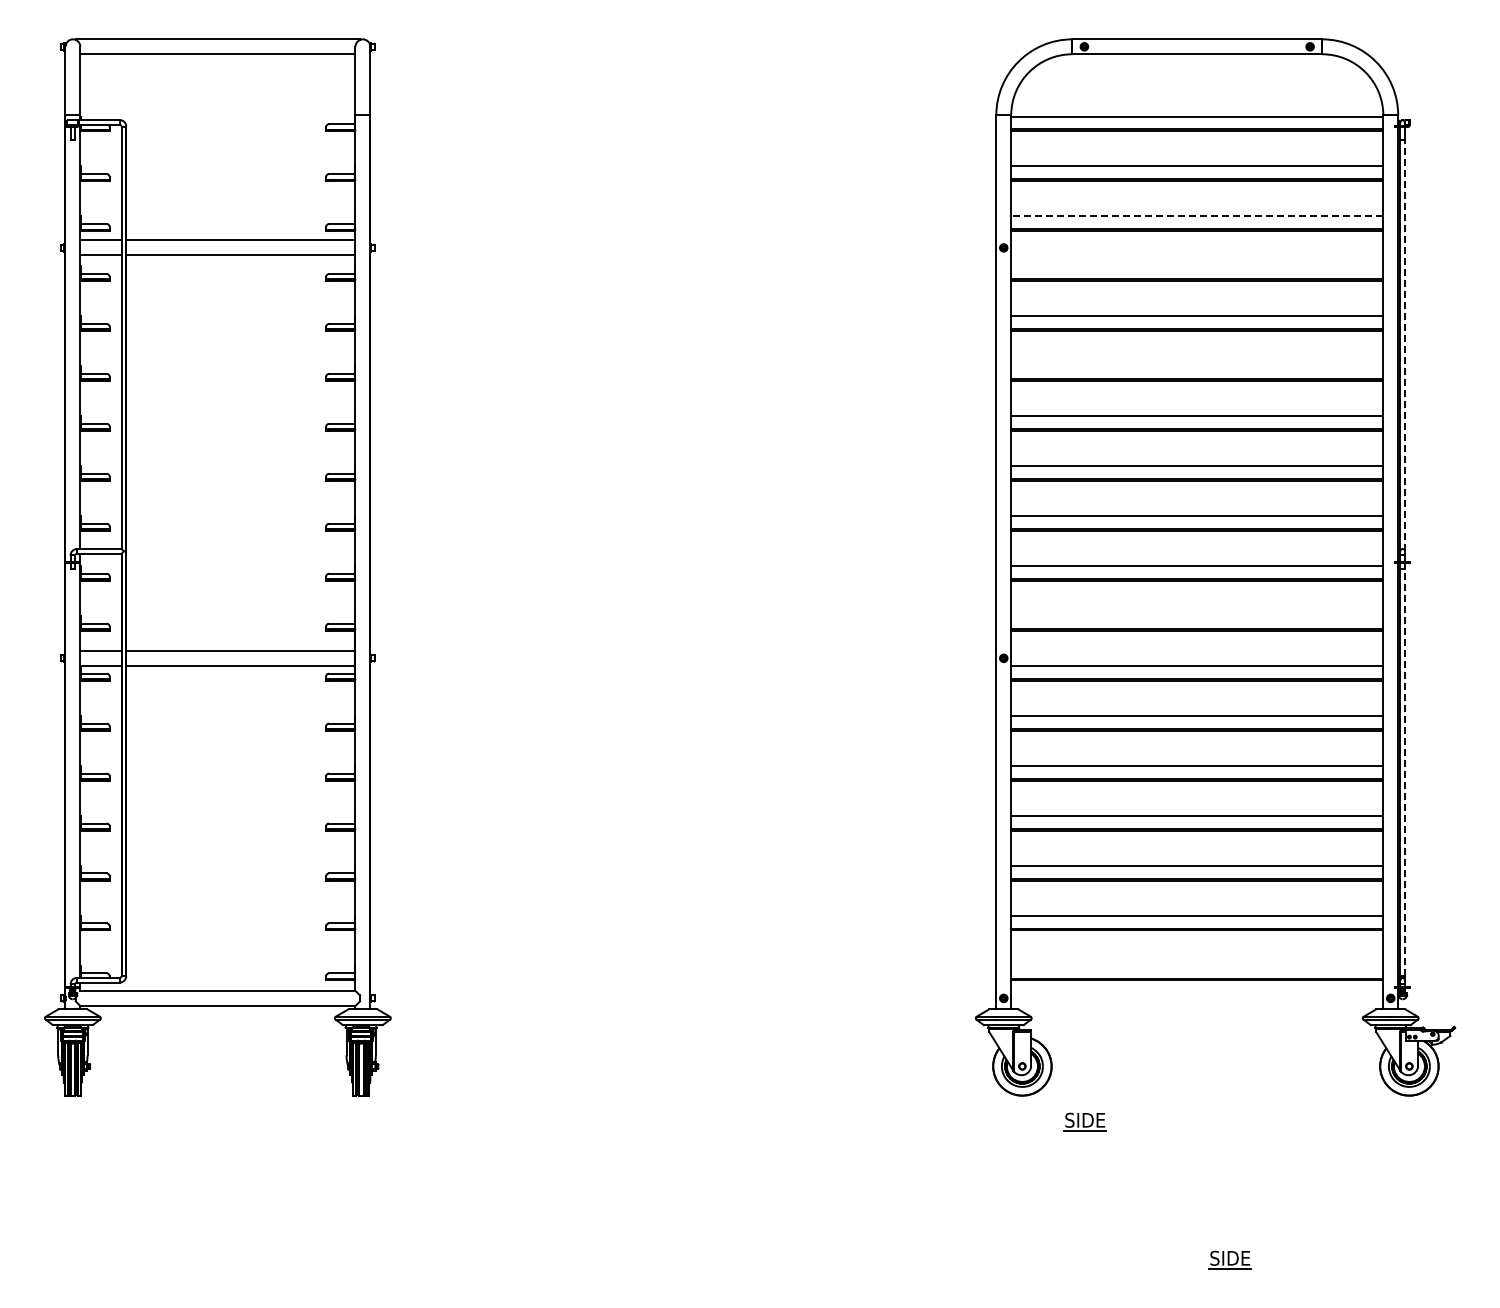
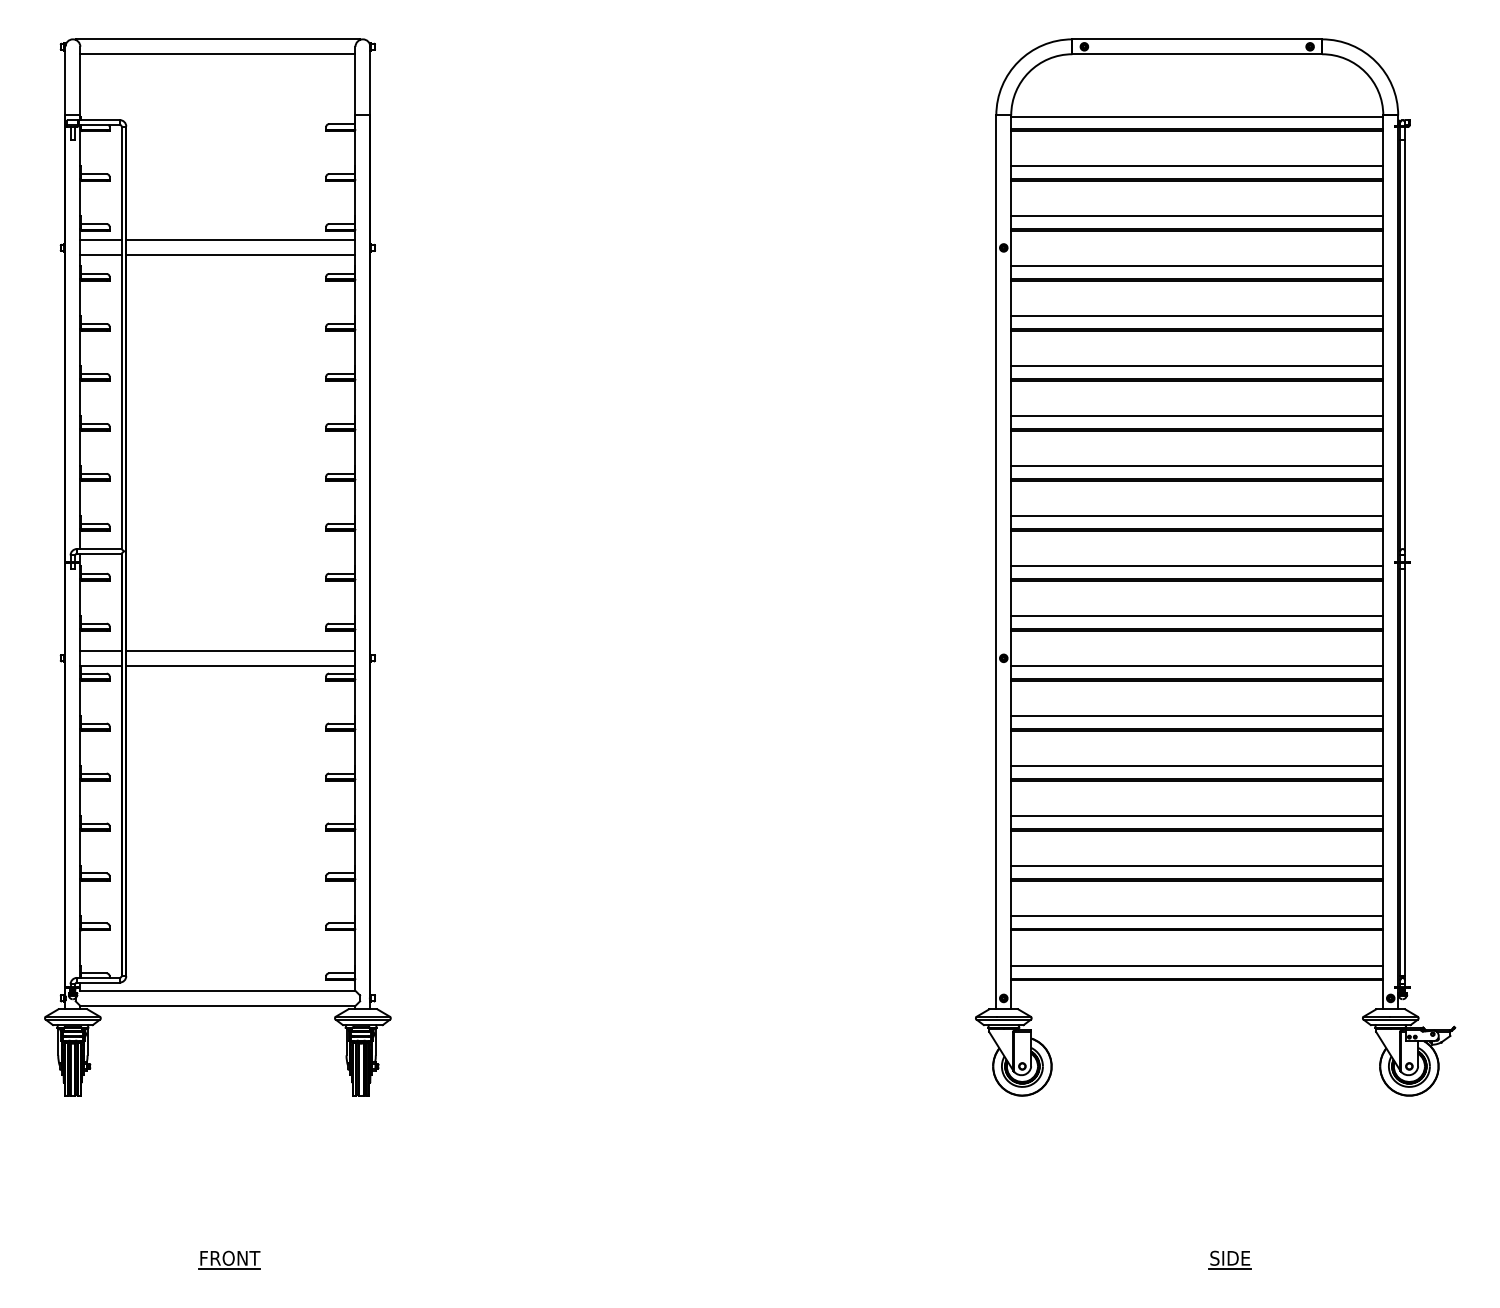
line at (1196, 216): dashed -> solid
line at (1197, 266): none -> present
line at (1405, 345): dashed -> solid
line at (1197, 366): none -> present
line at (1197, 616): none -> present
line at (1405, 772): dashed -> solid
line at (1197, 965): none -> present
part at (1084, 1121): present -> none
part at (229, 1259): none -> present
